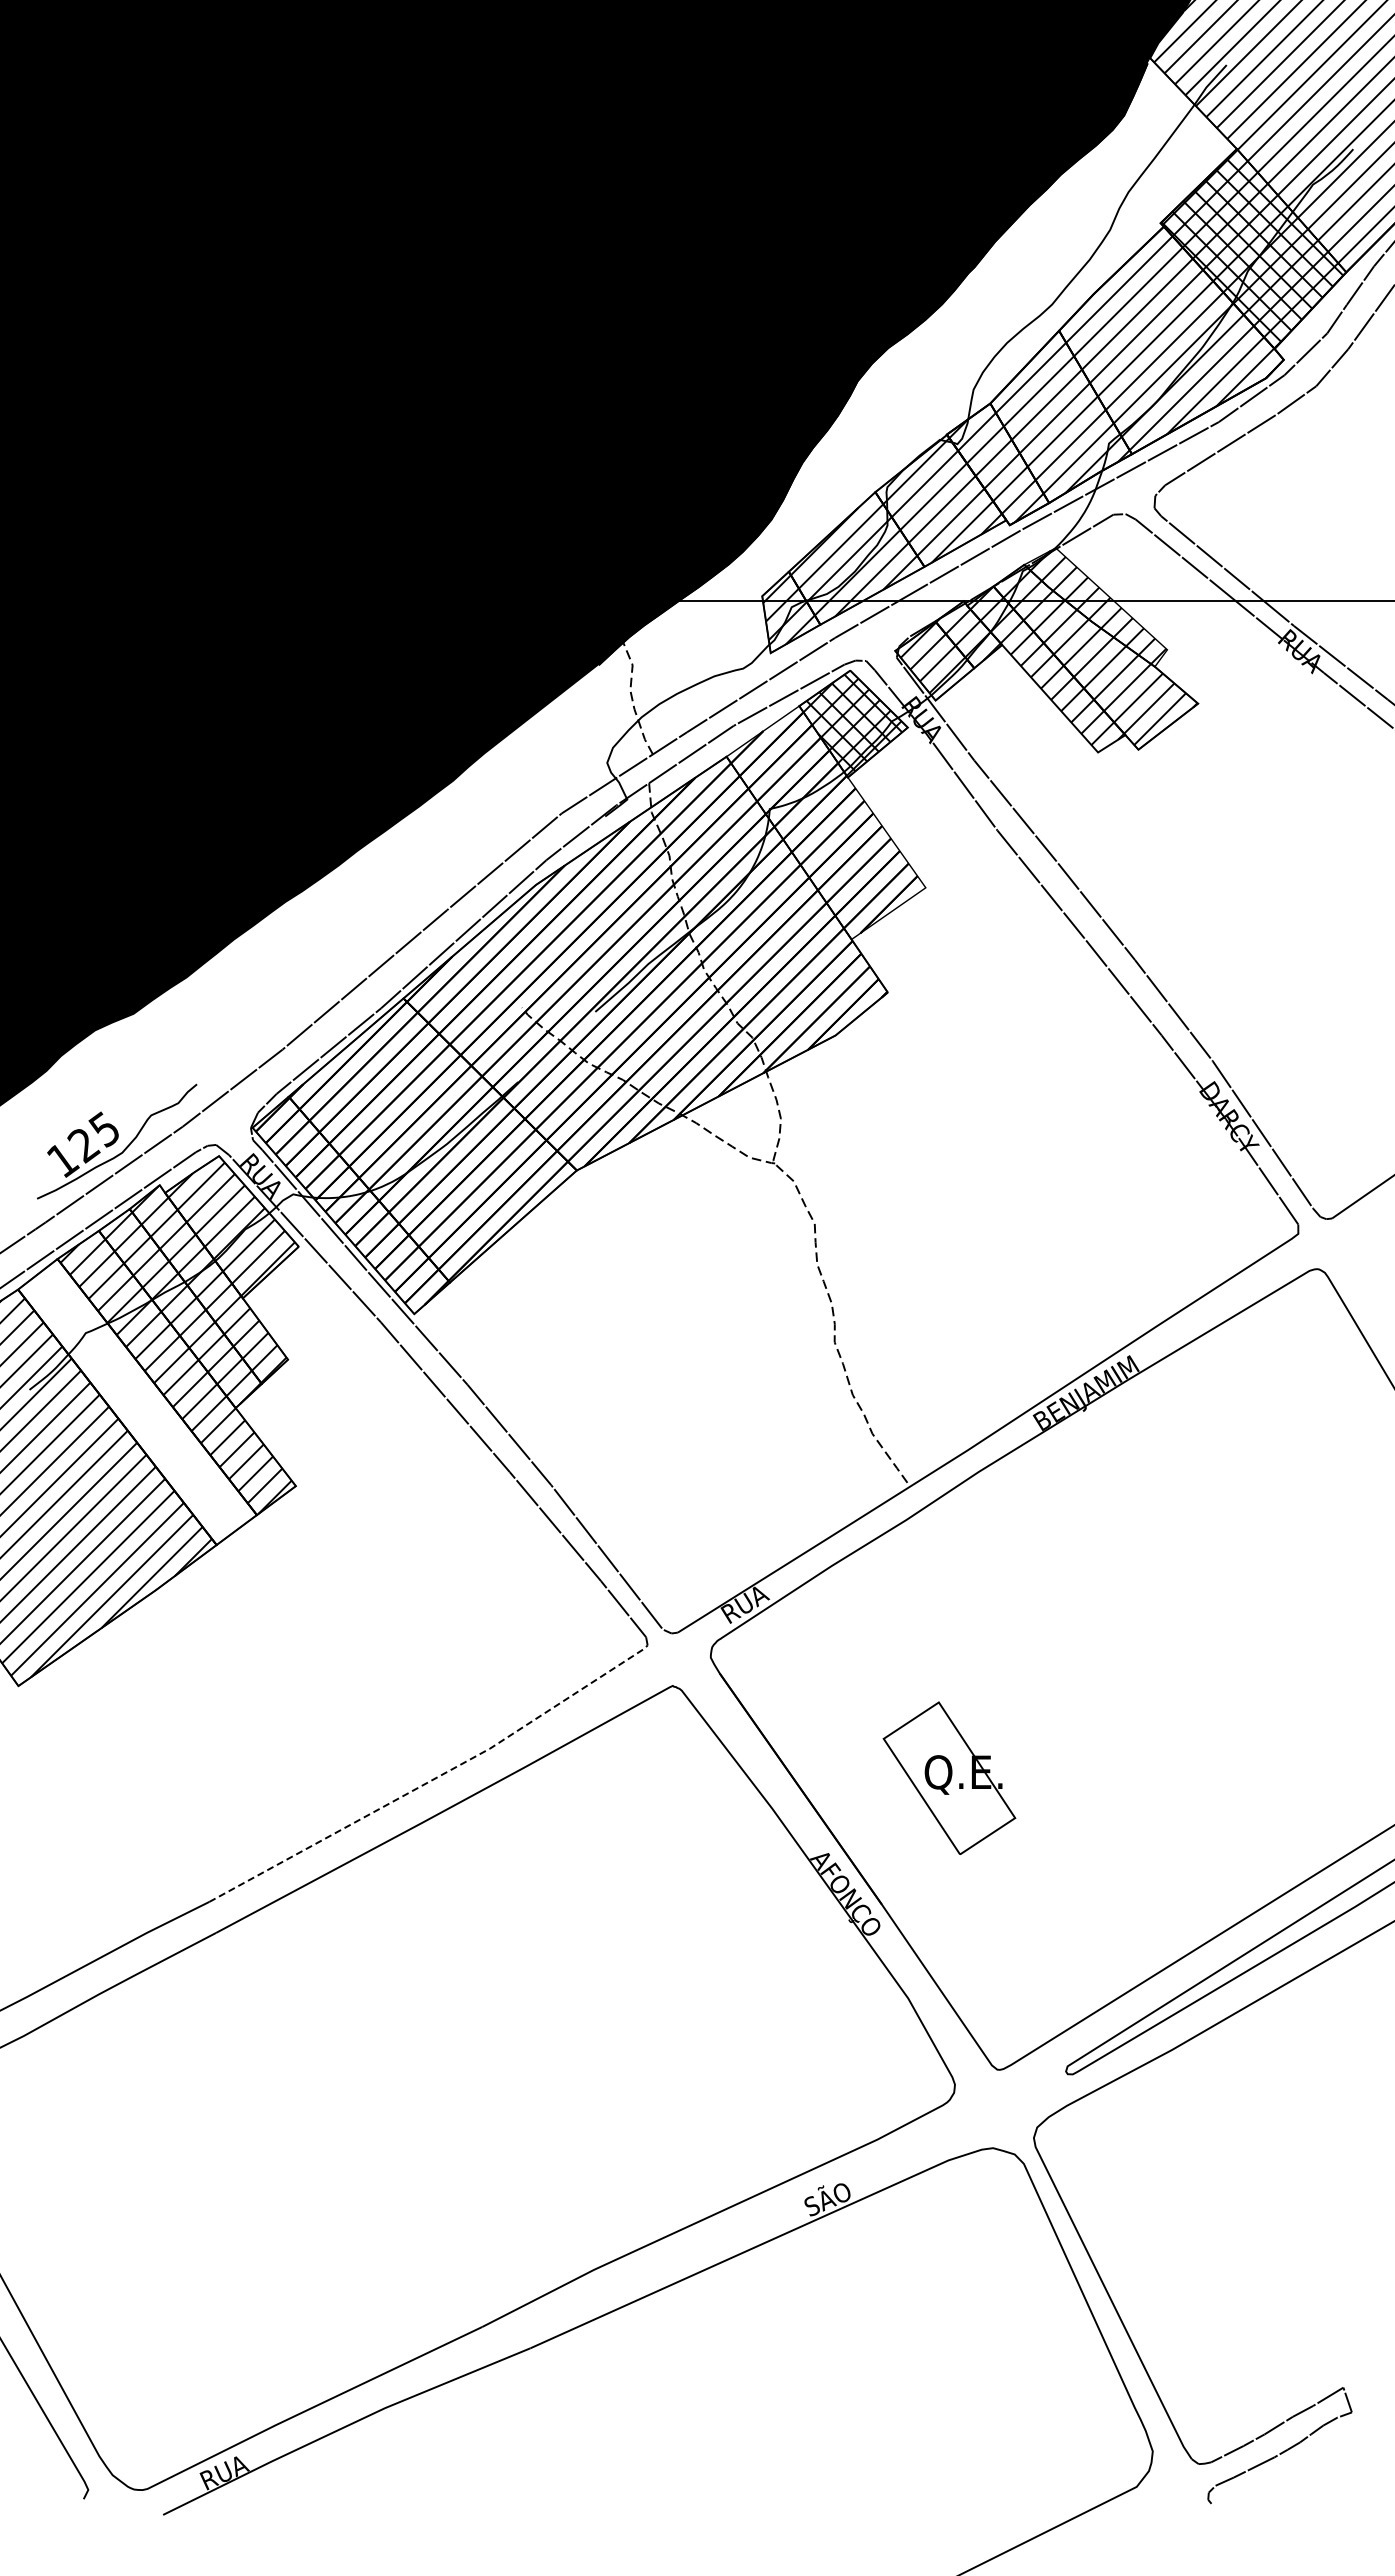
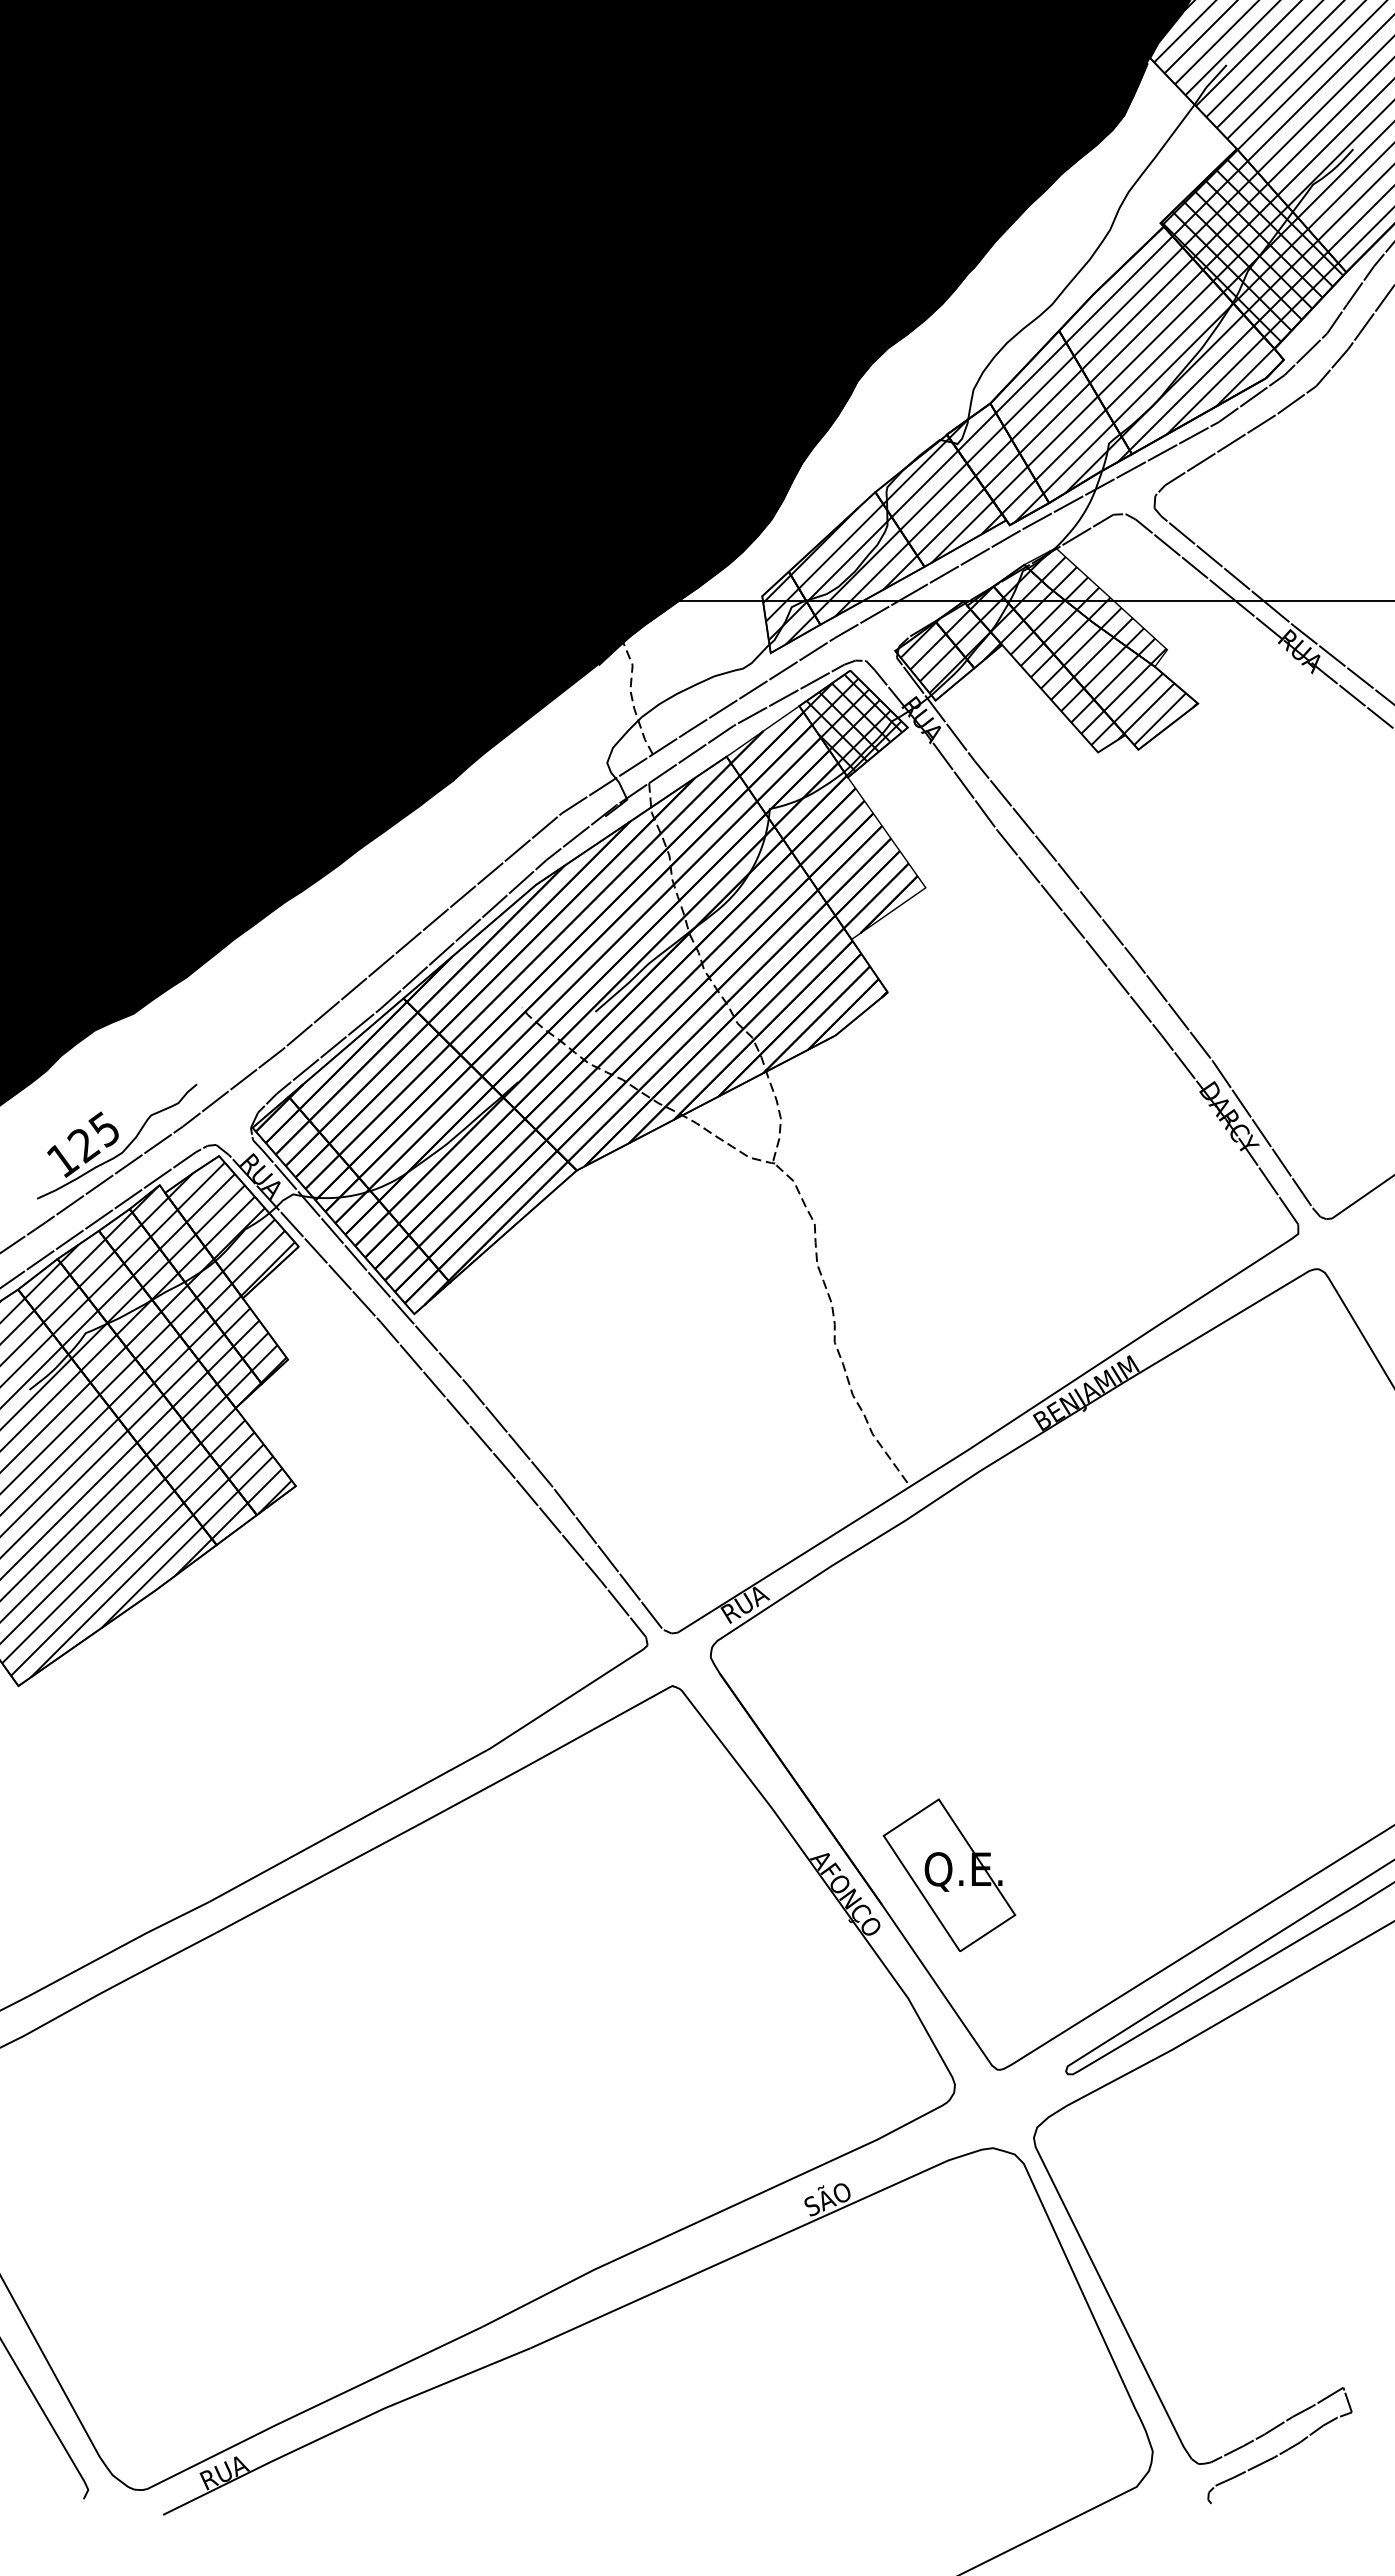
hatch at (136, 1400): none -> present
part at (949, 1777) position: (949, 1777) -> (949, 1874)
line at (433, 1779): dashed -> solid
